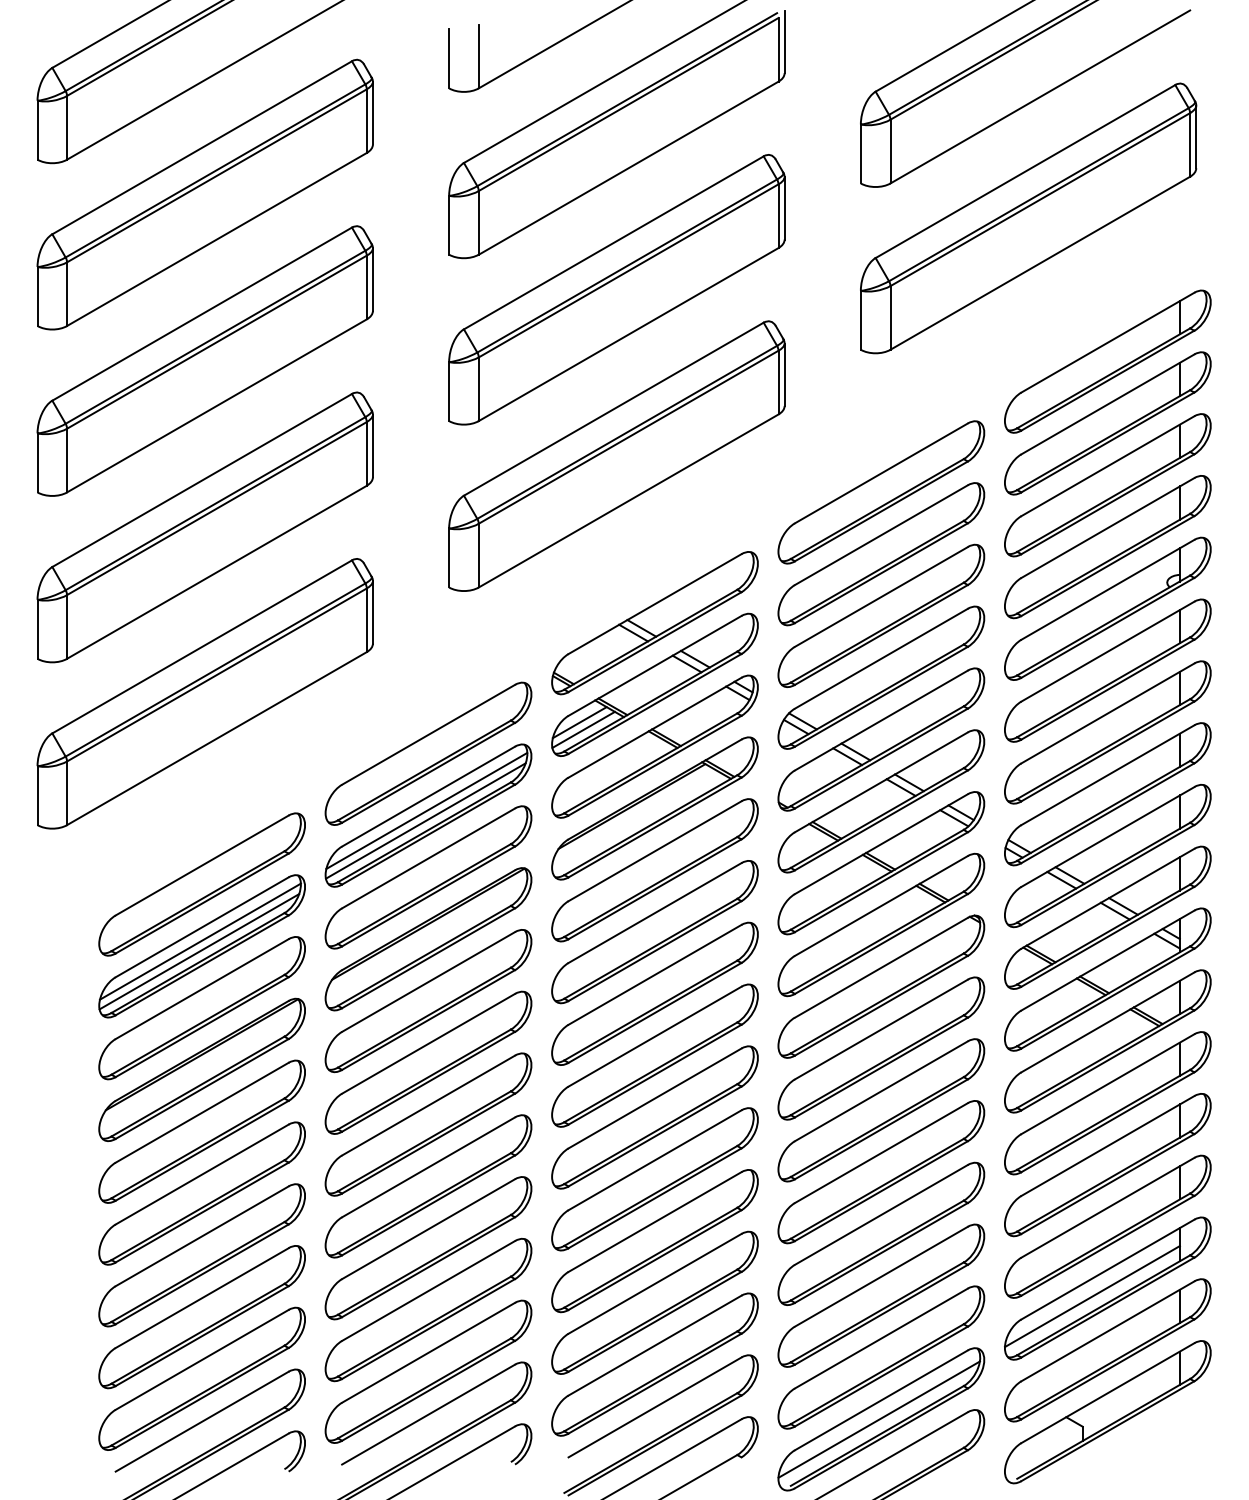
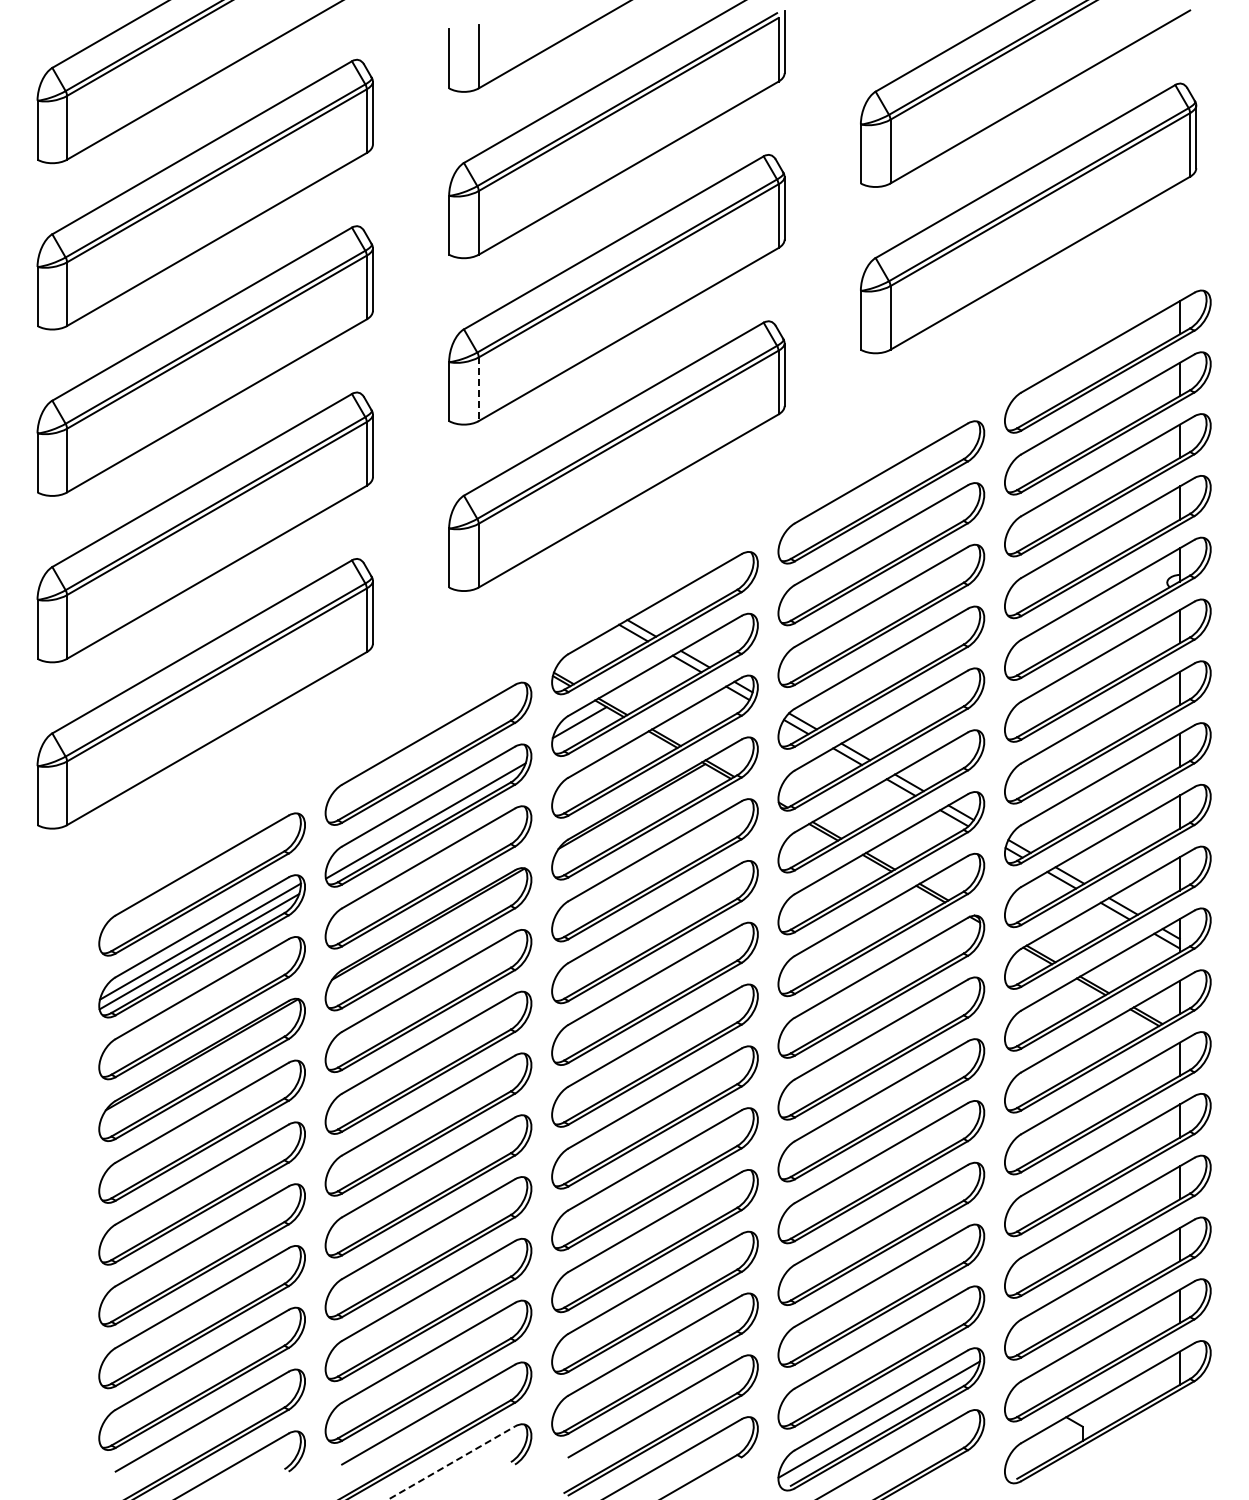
line at (478, 389): solid -> dashed
line at (583, 729): present -> none
line at (426, 810): present -> none
line at (1092, 1296): present -> none
line at (451, 1462): solid -> dashed
